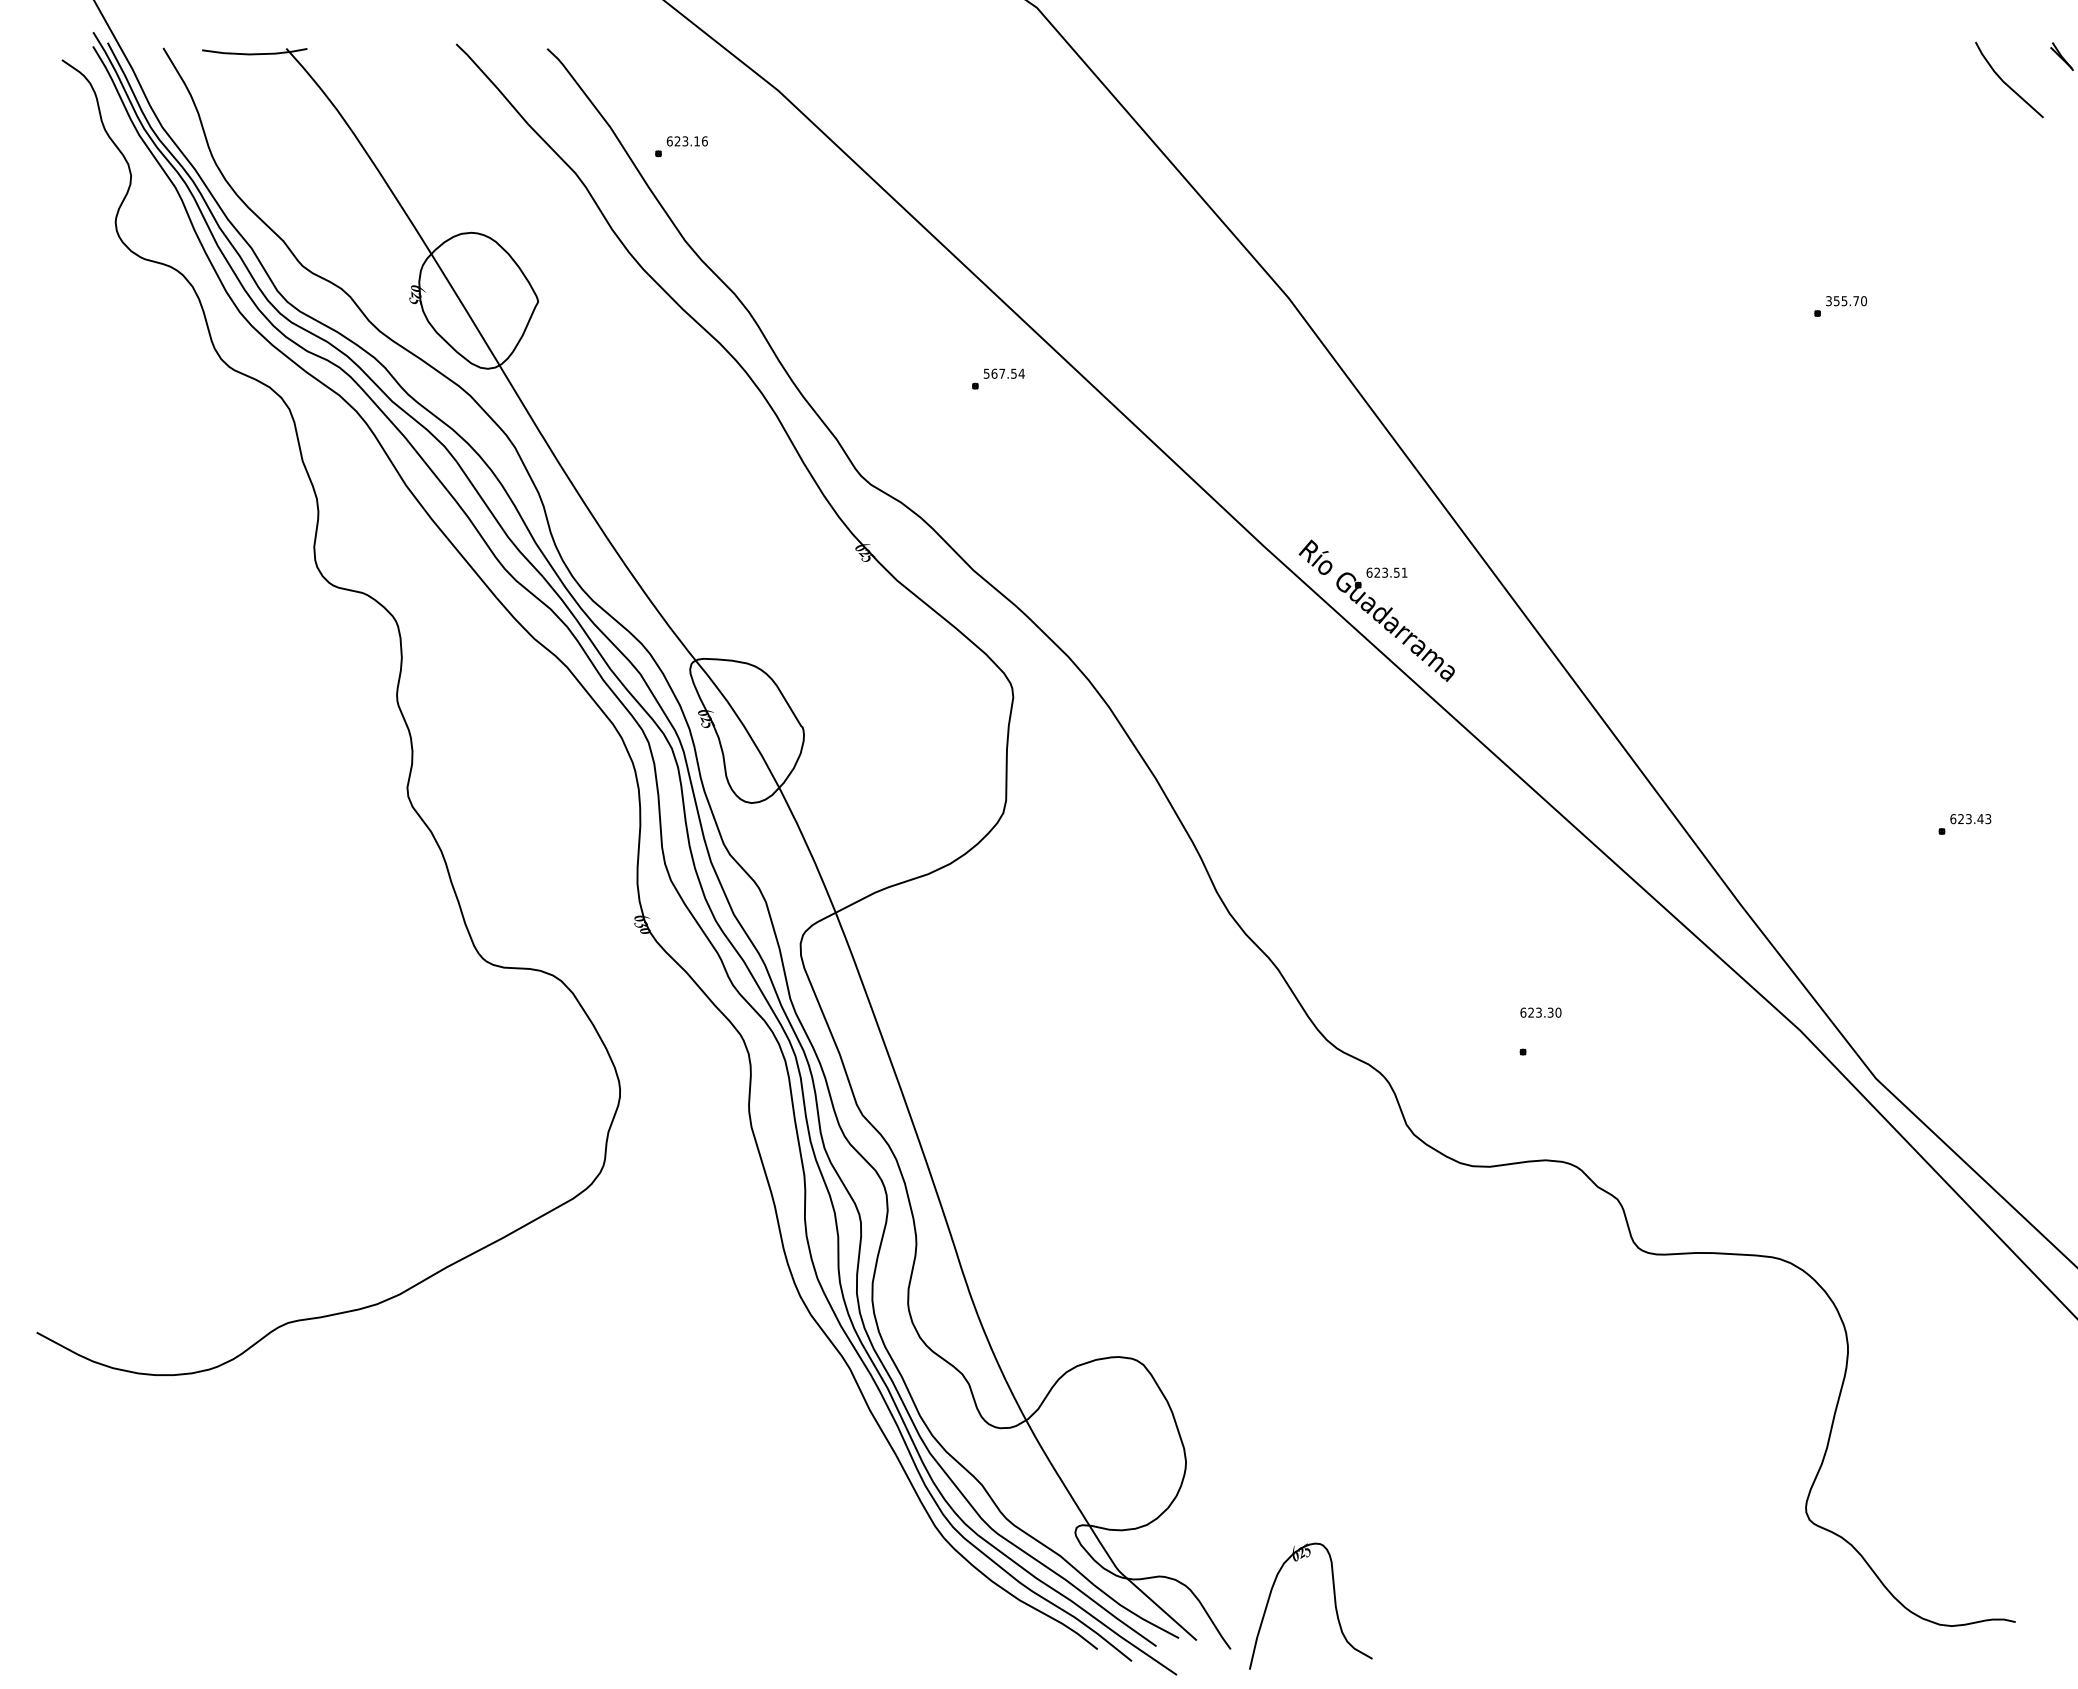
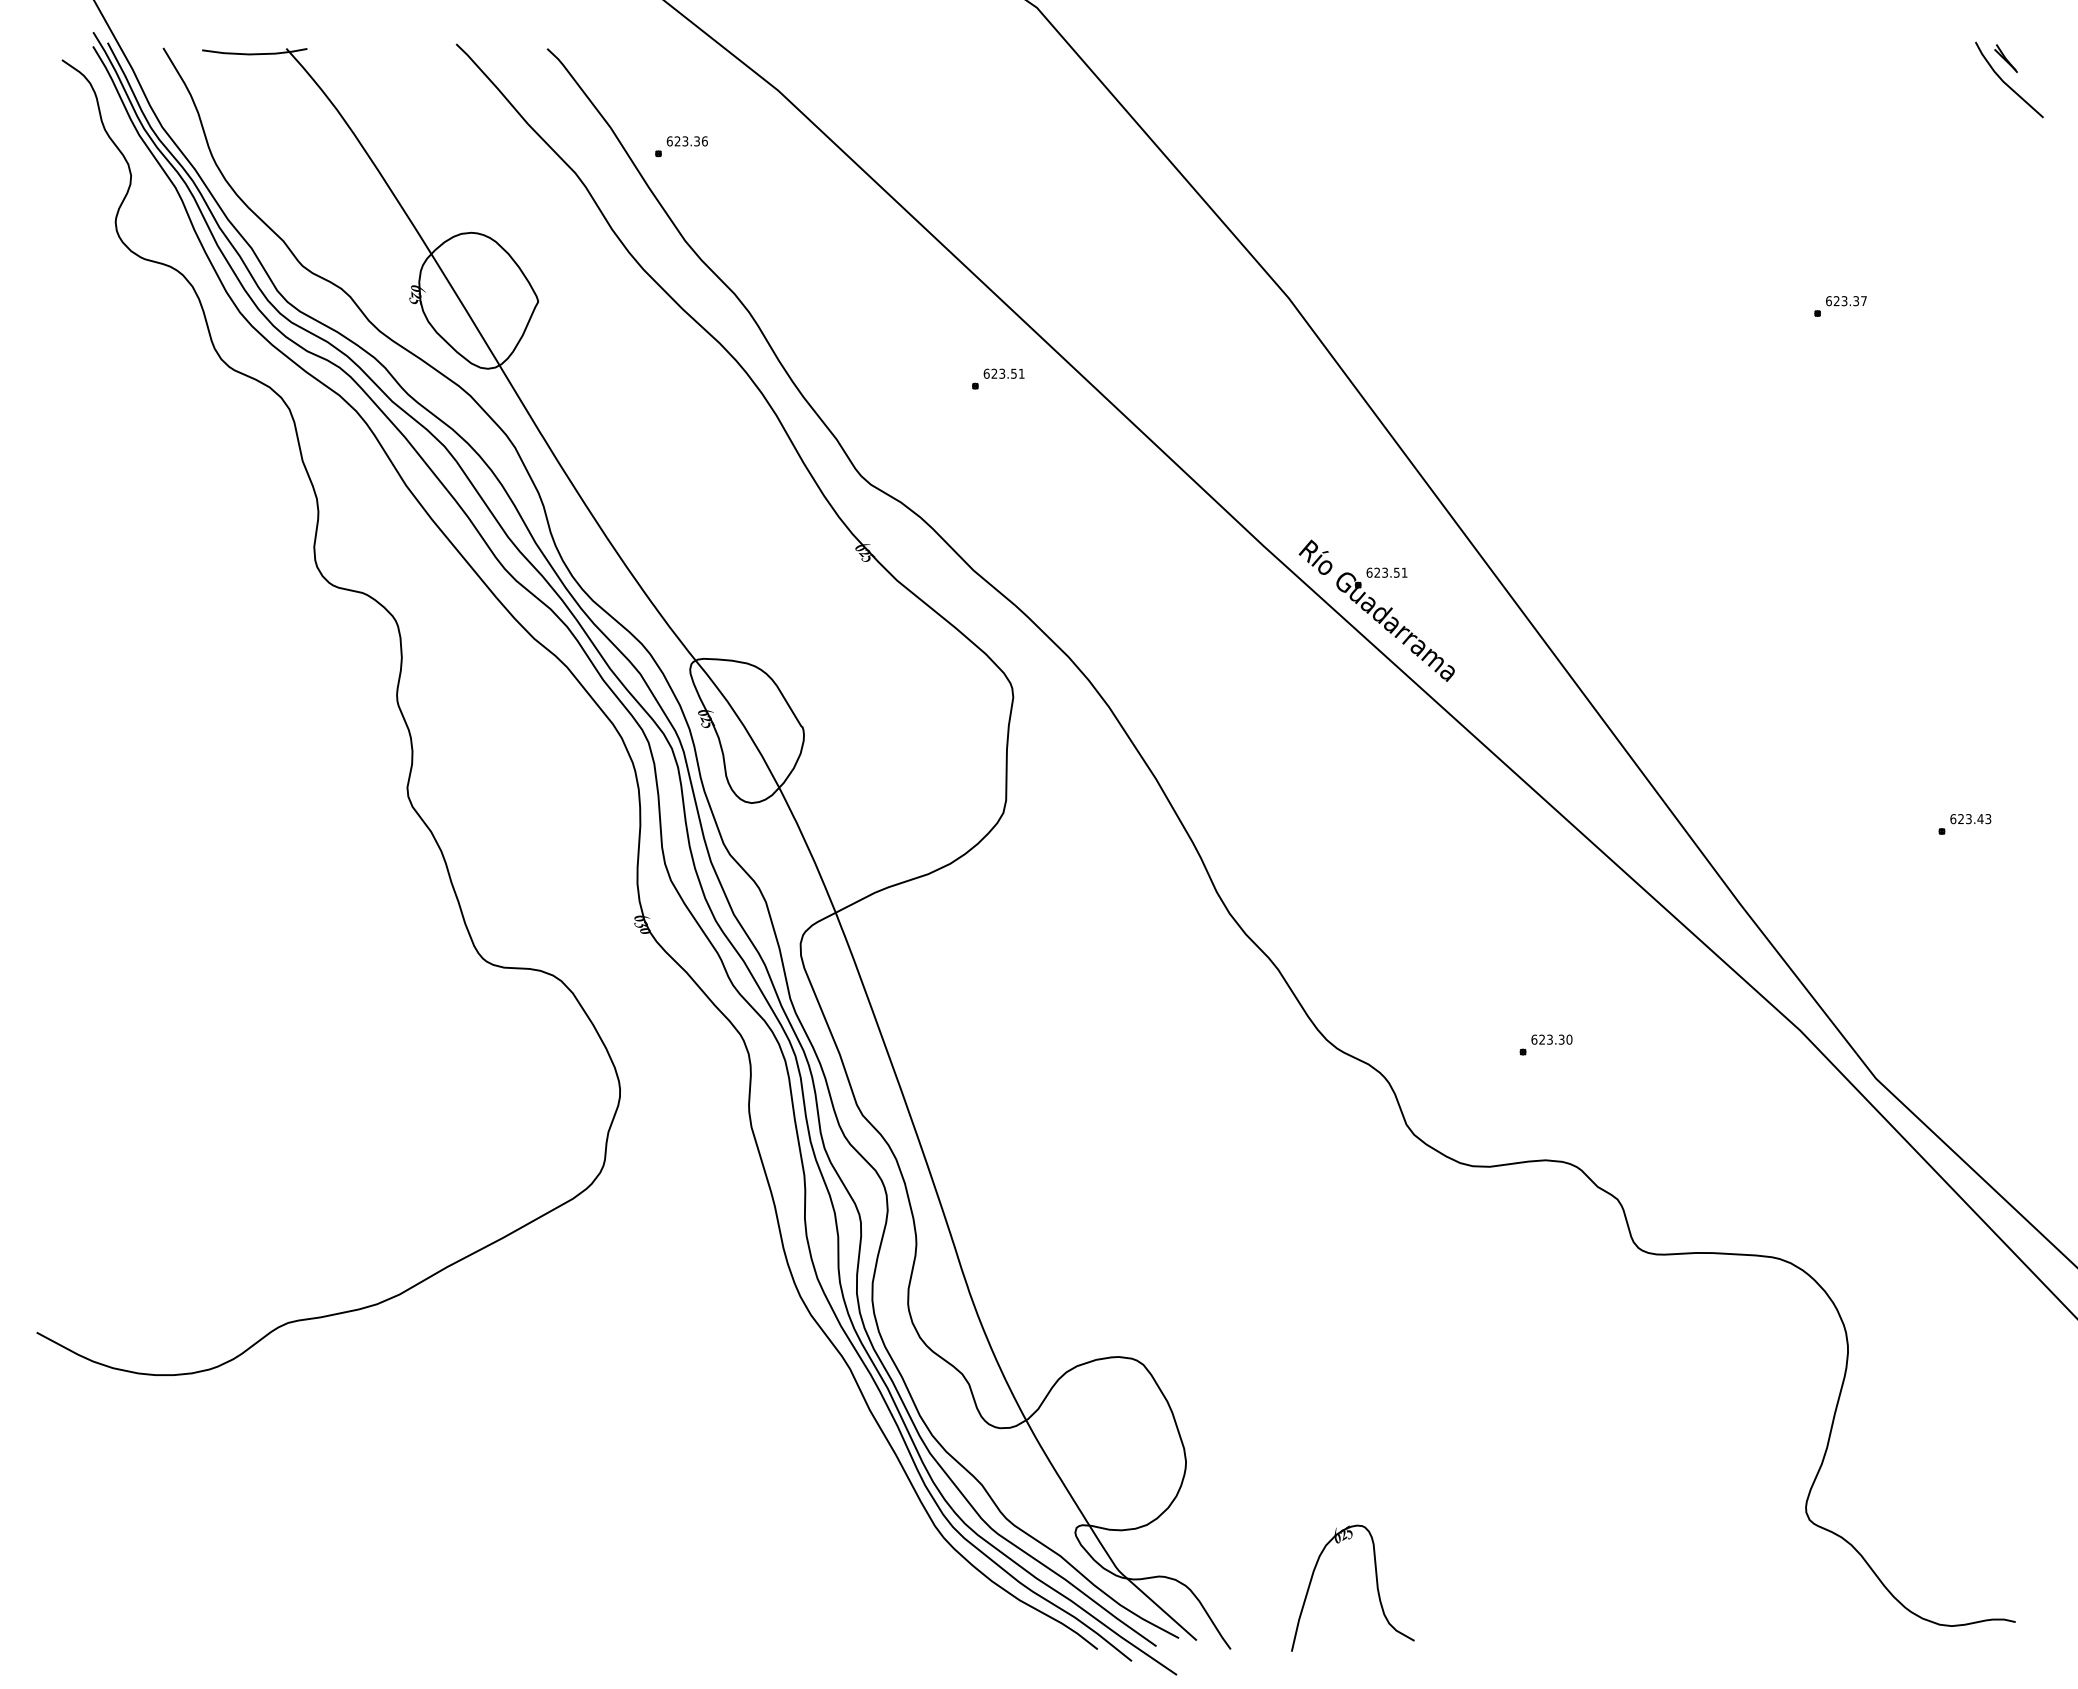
part at (2061, 56) position: (2061, 56) -> (2005, 58)
text at (696, 141): 623.16 -> 623.36
text at (1846, 301): 355.70 -> 623.37
text at (1003, 373): 567.54 -> 623.51
text at (1540, 1012) position: (1540, 1012) -> (1551, 1039)
part at (1334, 1605) position: (1334, 1605) -> (1376, 1587)
